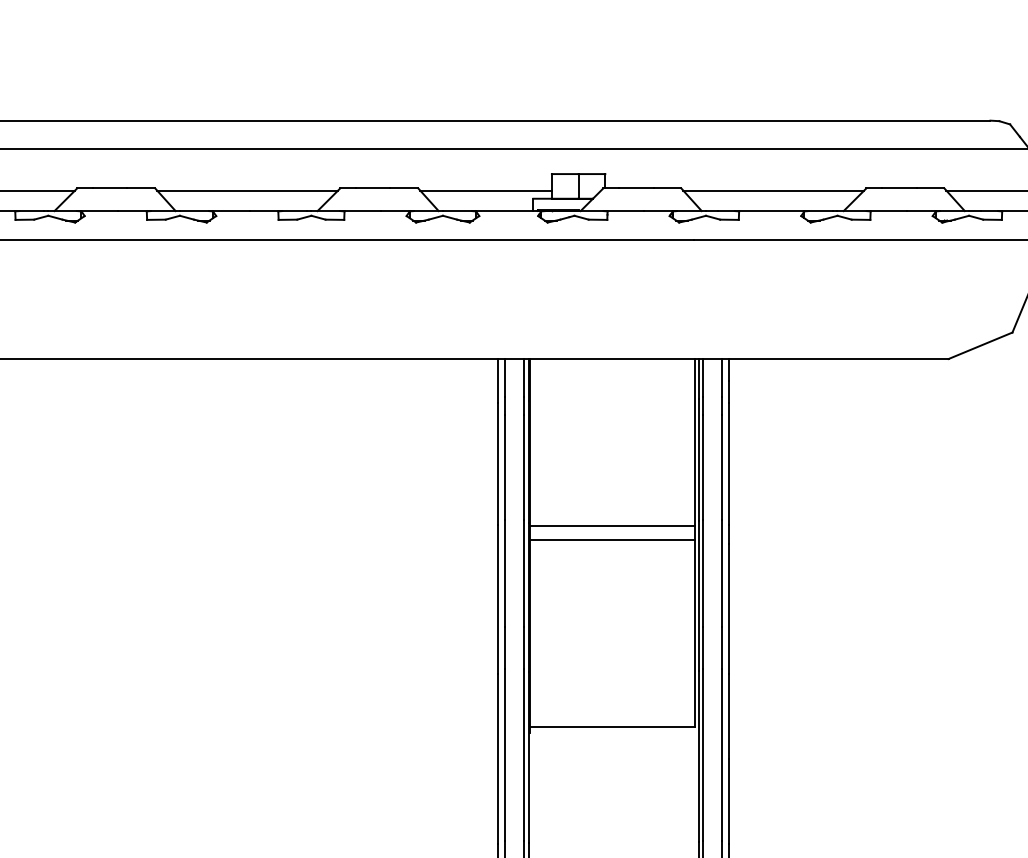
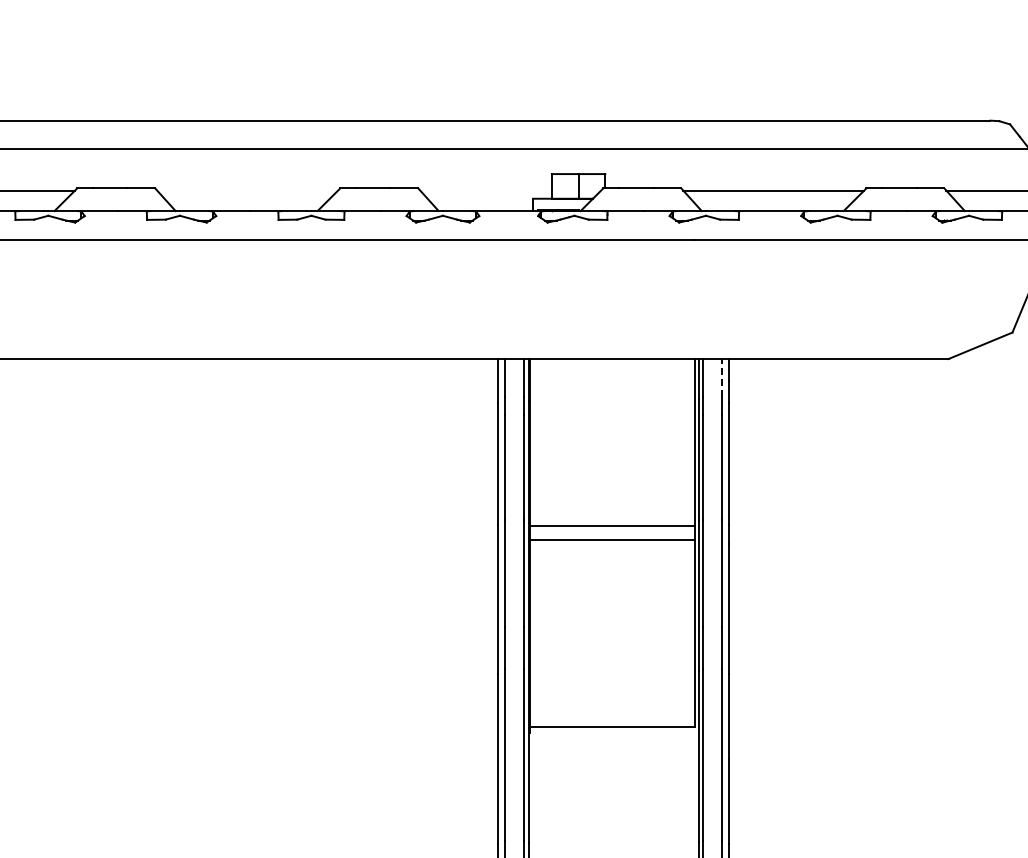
line at (247, 190): present -> none
line at (485, 190): present -> none
line at (722, 377): solid -> dashed
